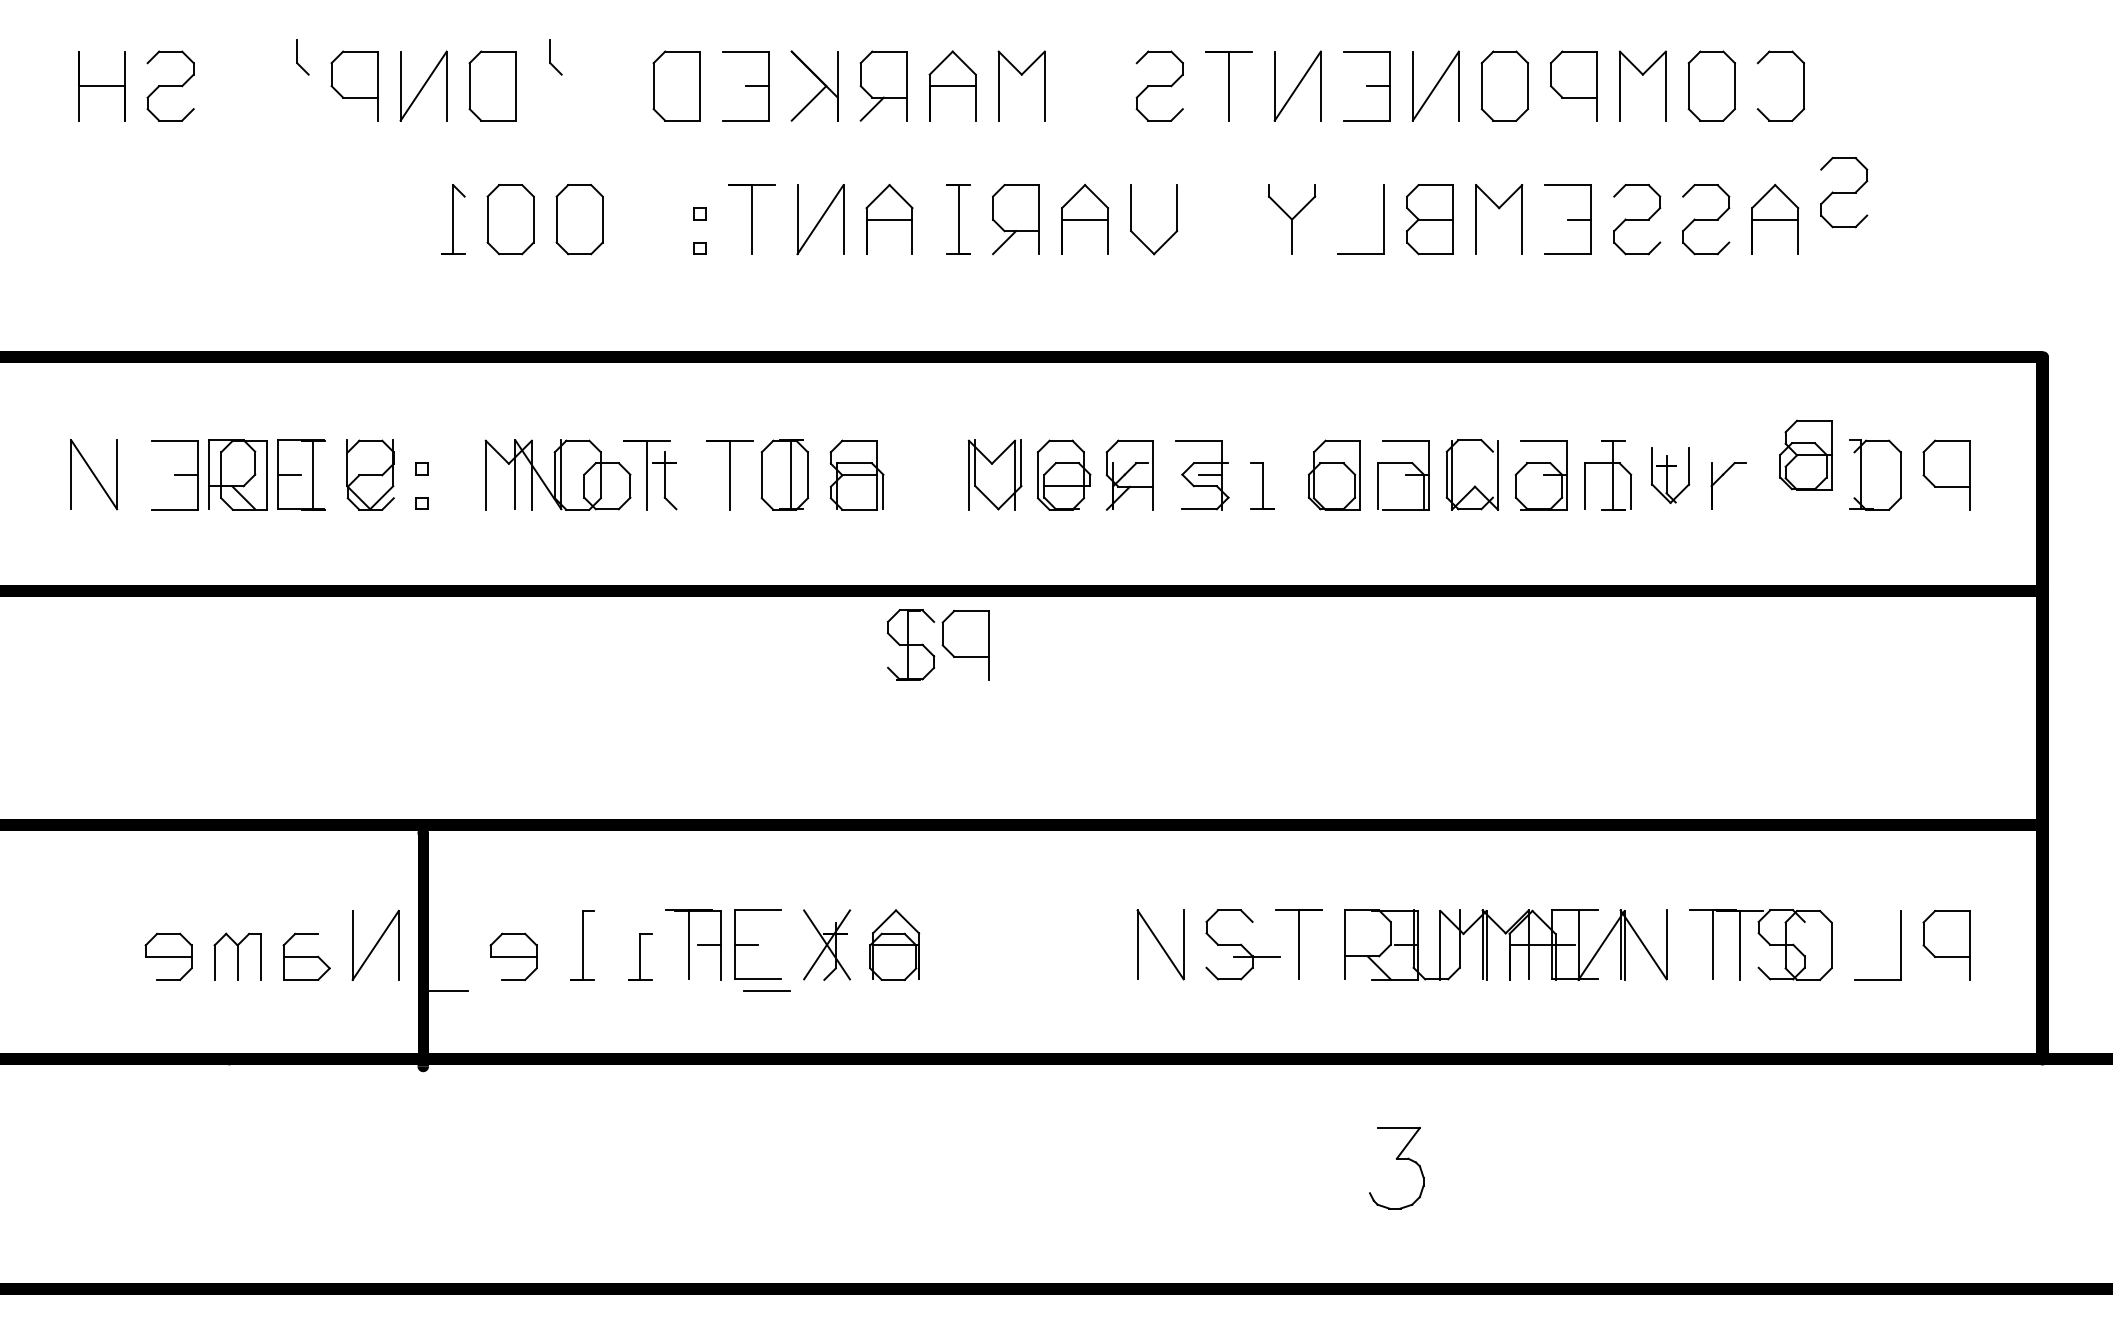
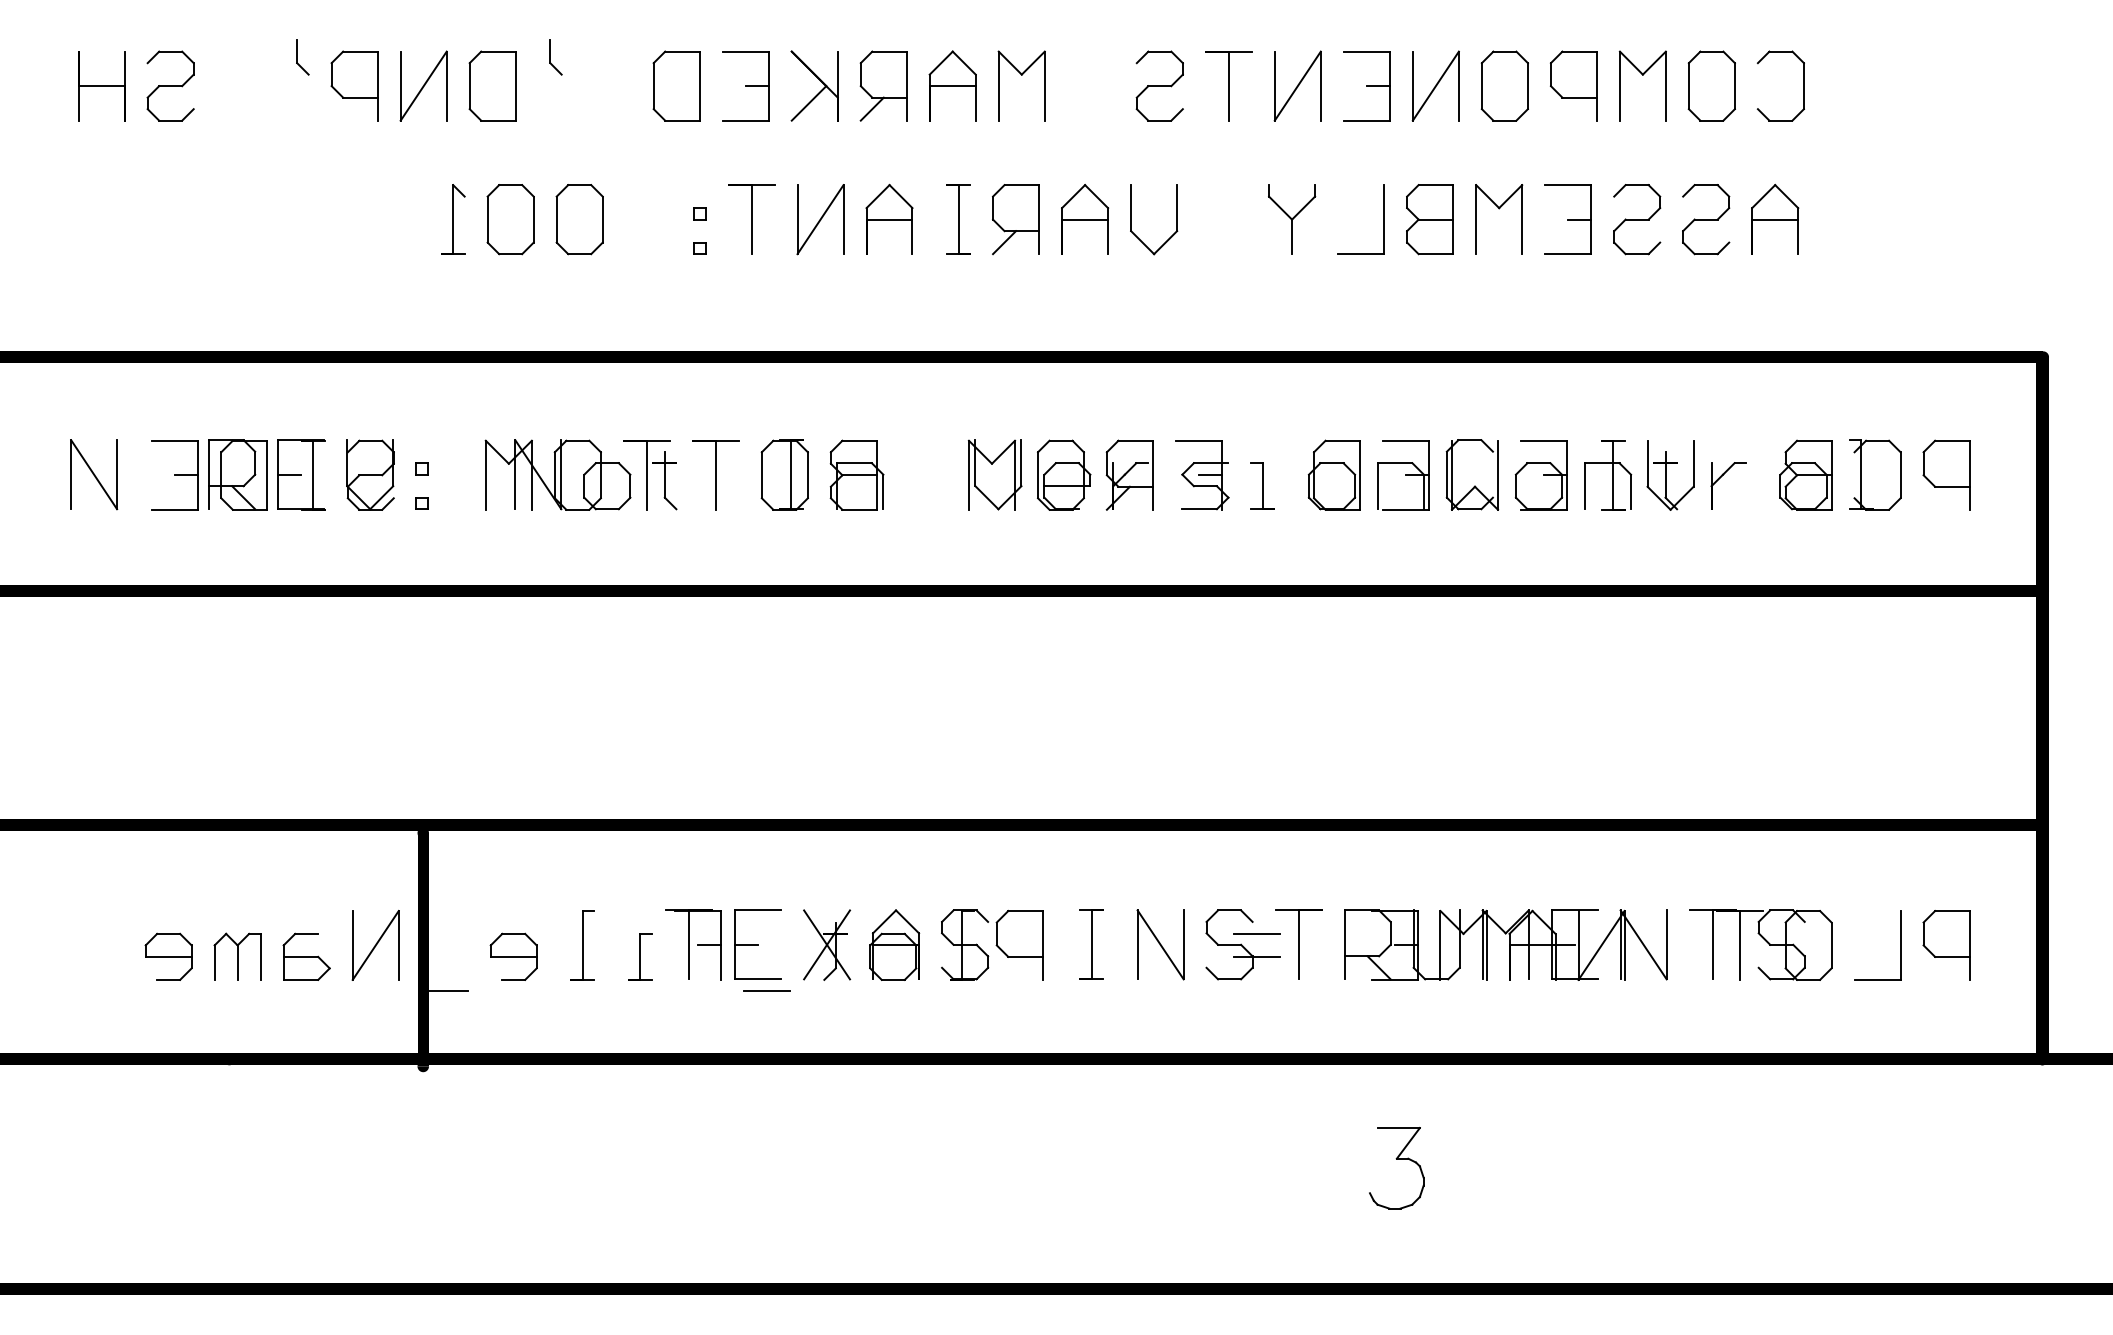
part at (1844, 192): present -> none
part at (1805, 454) position: (1805, 454) -> (1805, 474)
part at (729, 475) position: (729, 475) -> (715, 475)
part at (1670, 475) size: 40x58 px -> 49x71 px
part at (938, 644) position: (938, 644) -> (992, 944)
line at (1256, 933): none -> present
part at (1091, 944): none -> present
